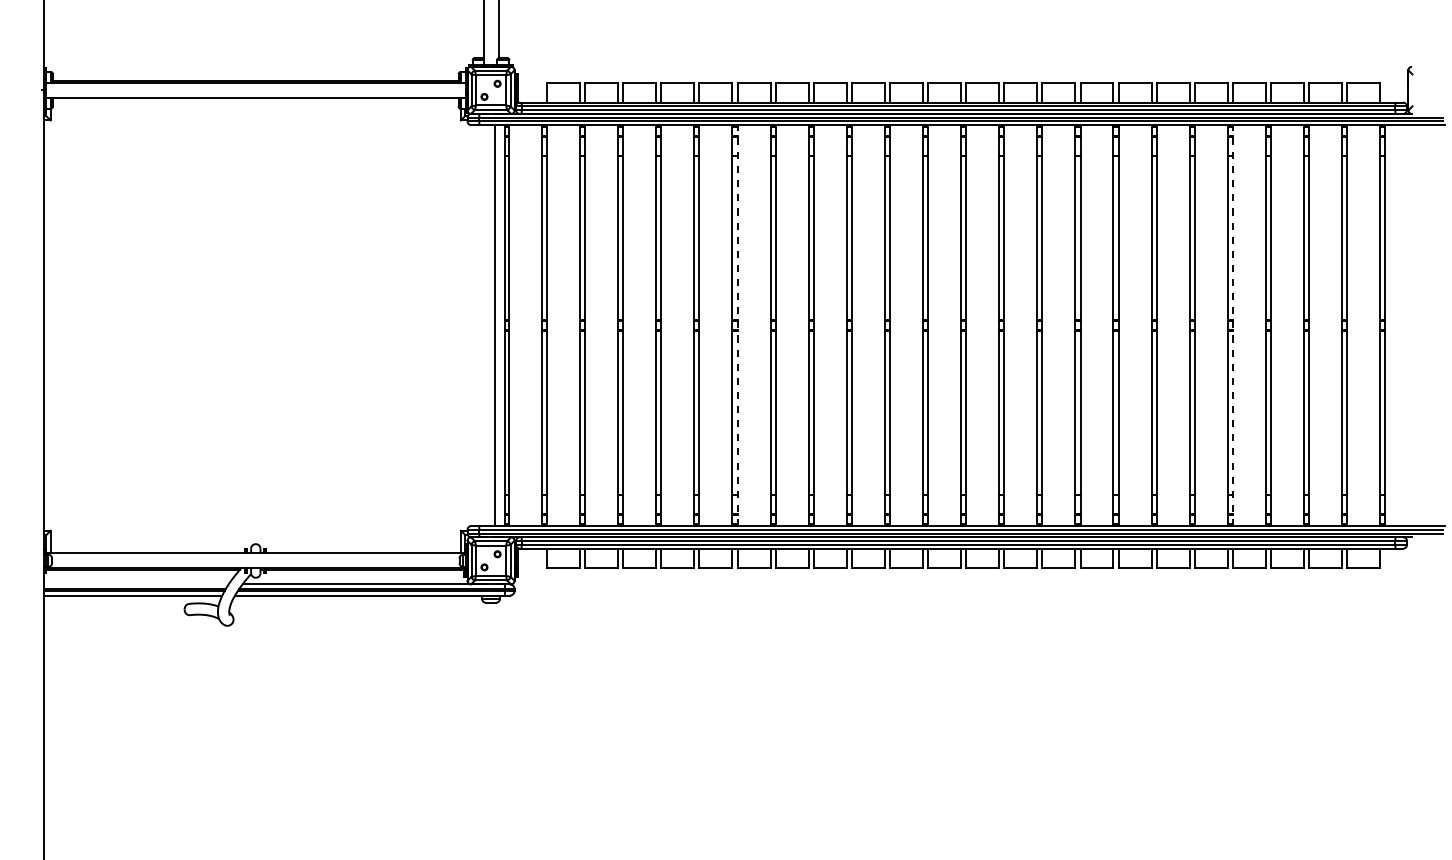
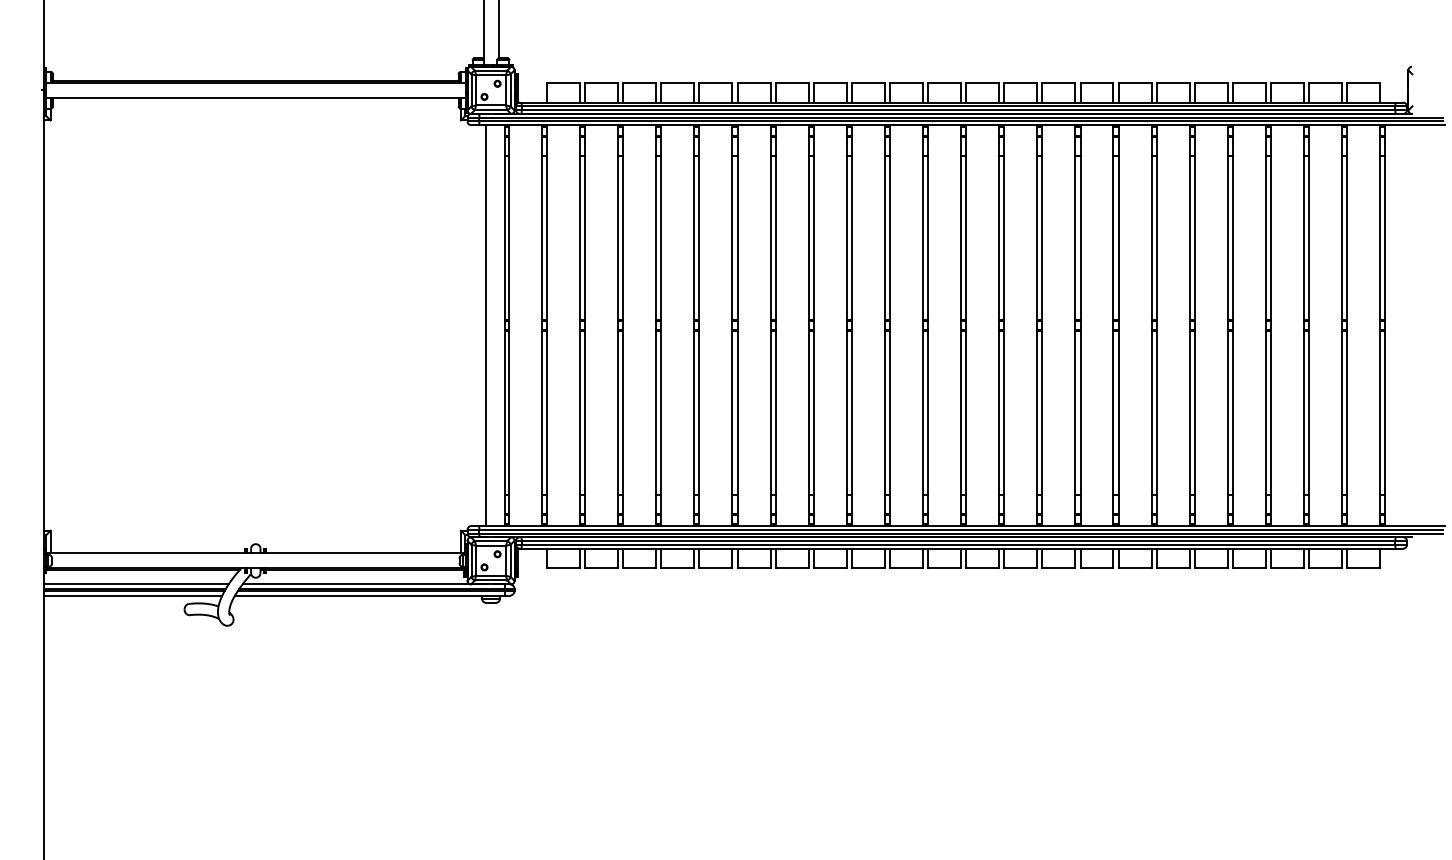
line at (494, 325) position: (494, 325) -> (485, 325)
line at (737, 325): dashed -> solid
line at (1232, 325): dashed -> solid
line at (136, 584): none -> present
